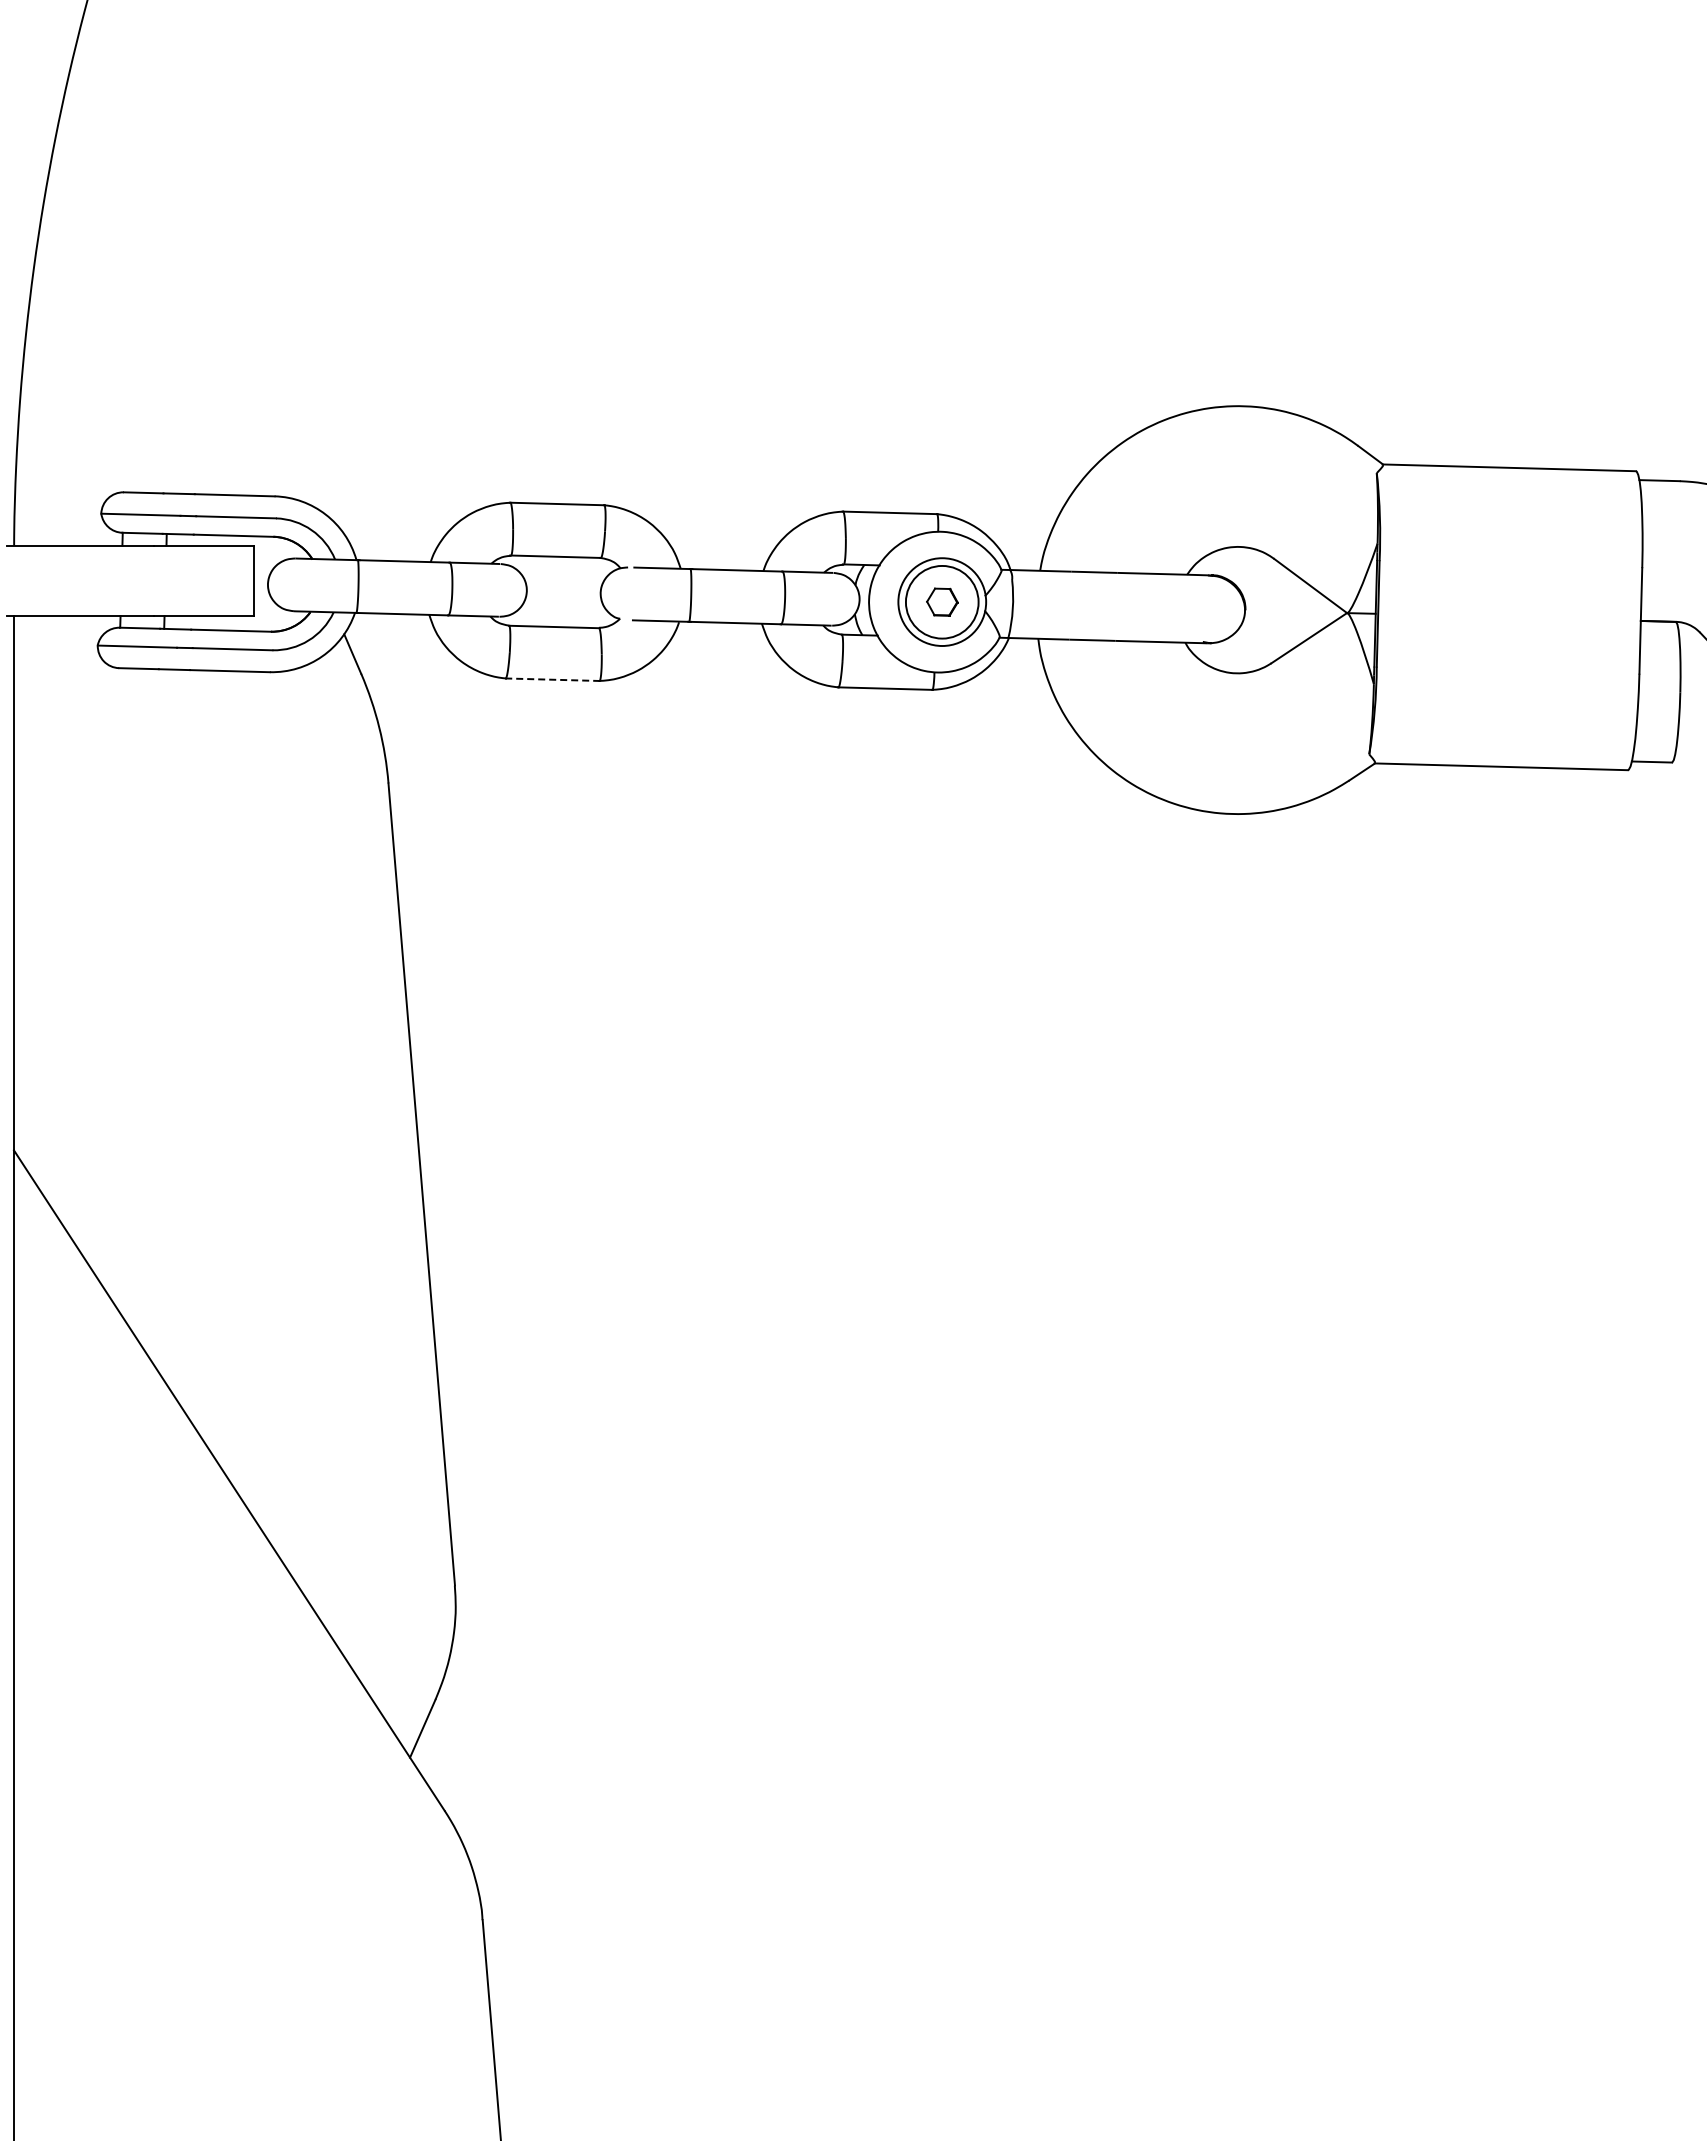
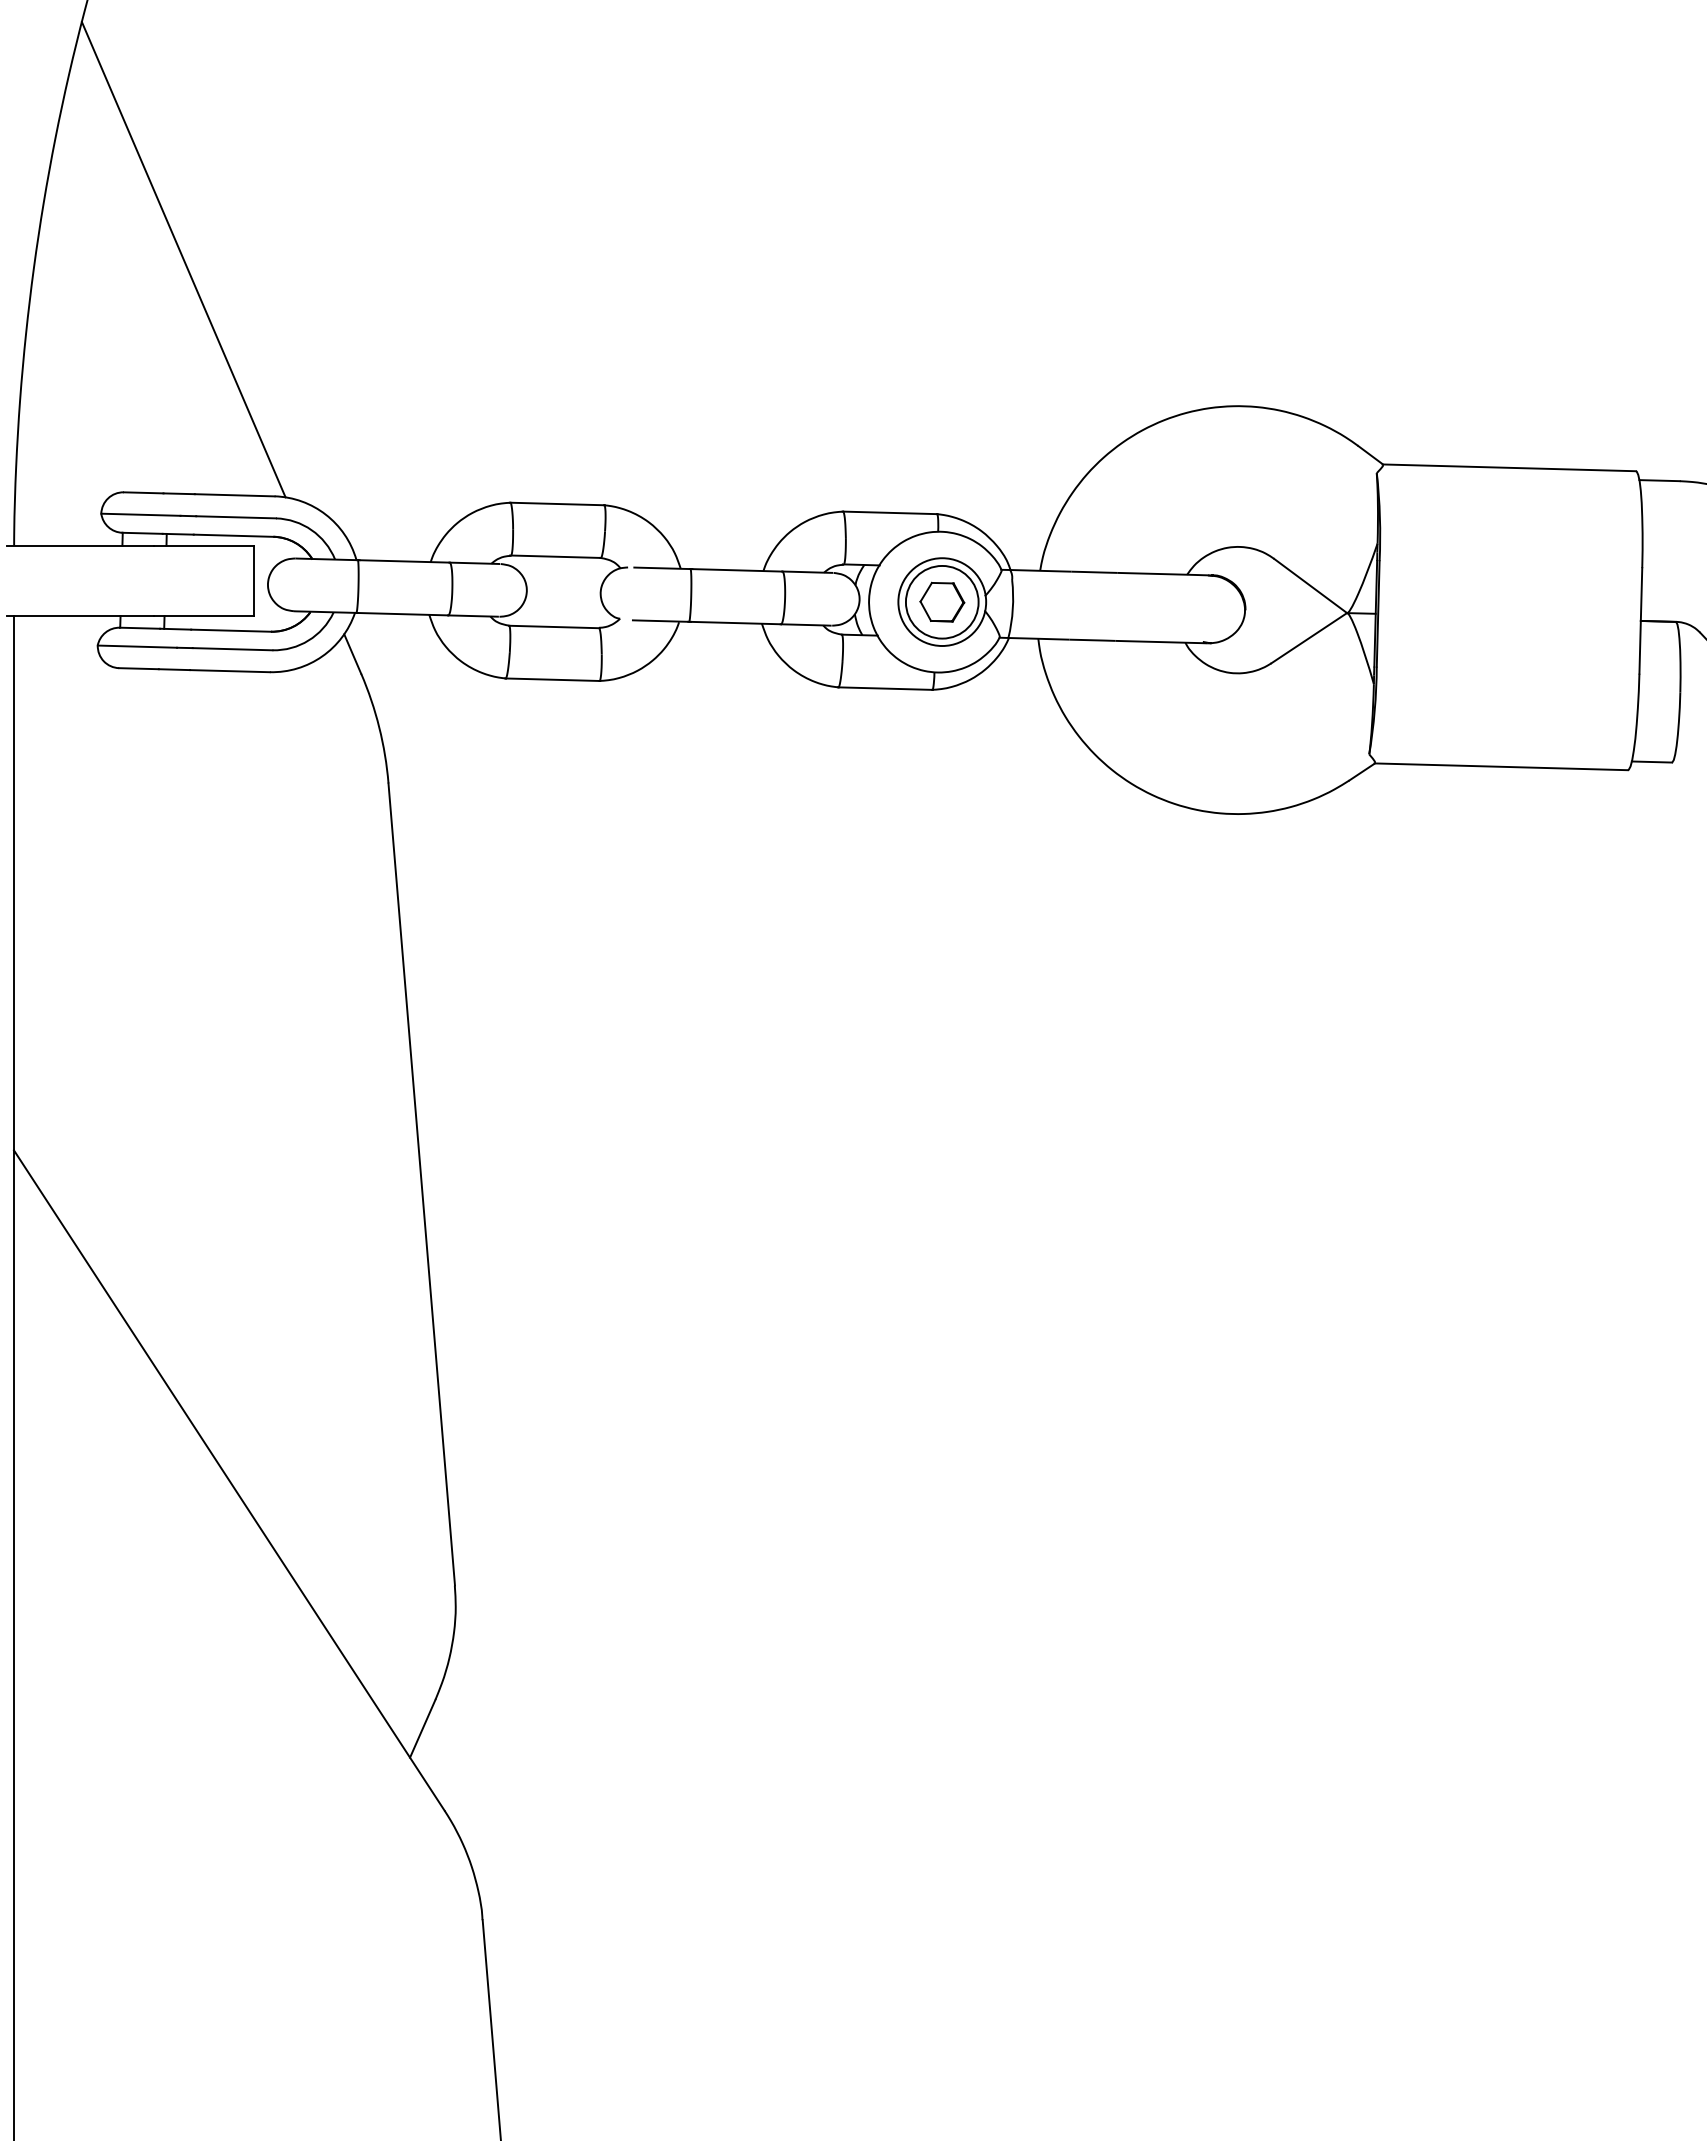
line at (183, 259): none -> present
part at (942, 601) size: 33x30 px -> 47x42 px
line at (552, 679): dashed -> solid
